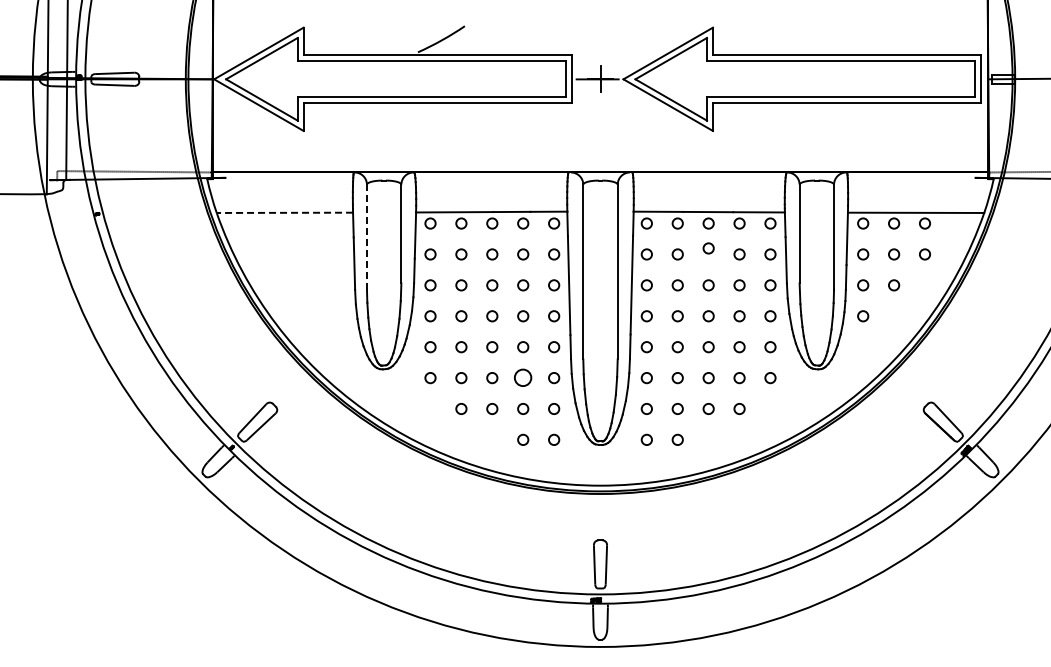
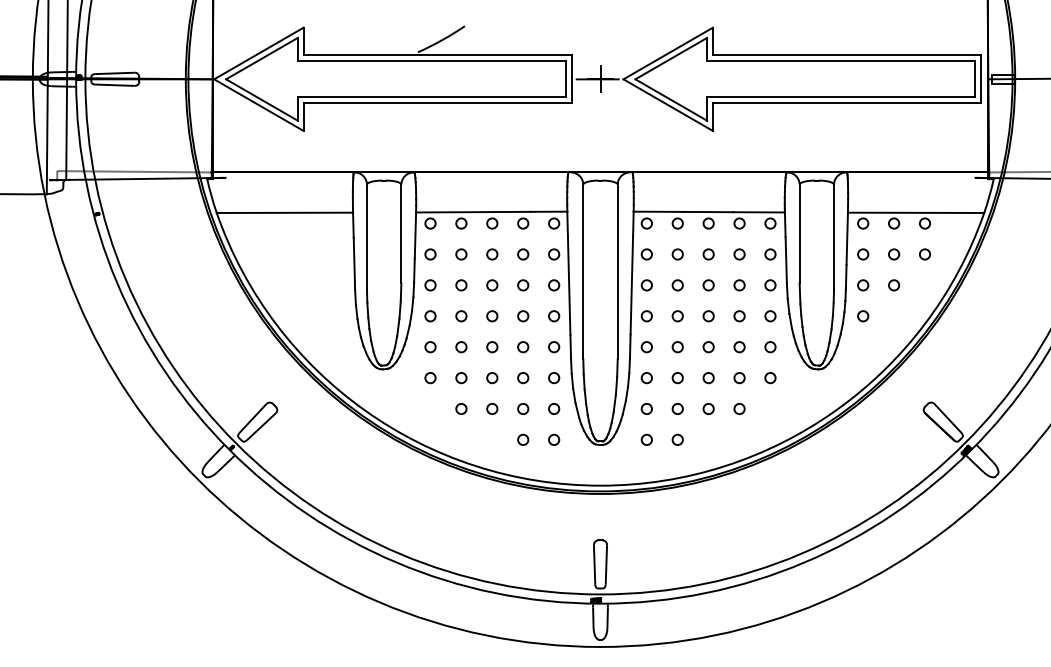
line at (284, 212): dashed -> solid
line at (366, 237): dashed -> solid
circle at (708, 248) position: (708, 248) -> (708, 254)
circle at (523, 377) size: 19x19 px -> 13x13 px
